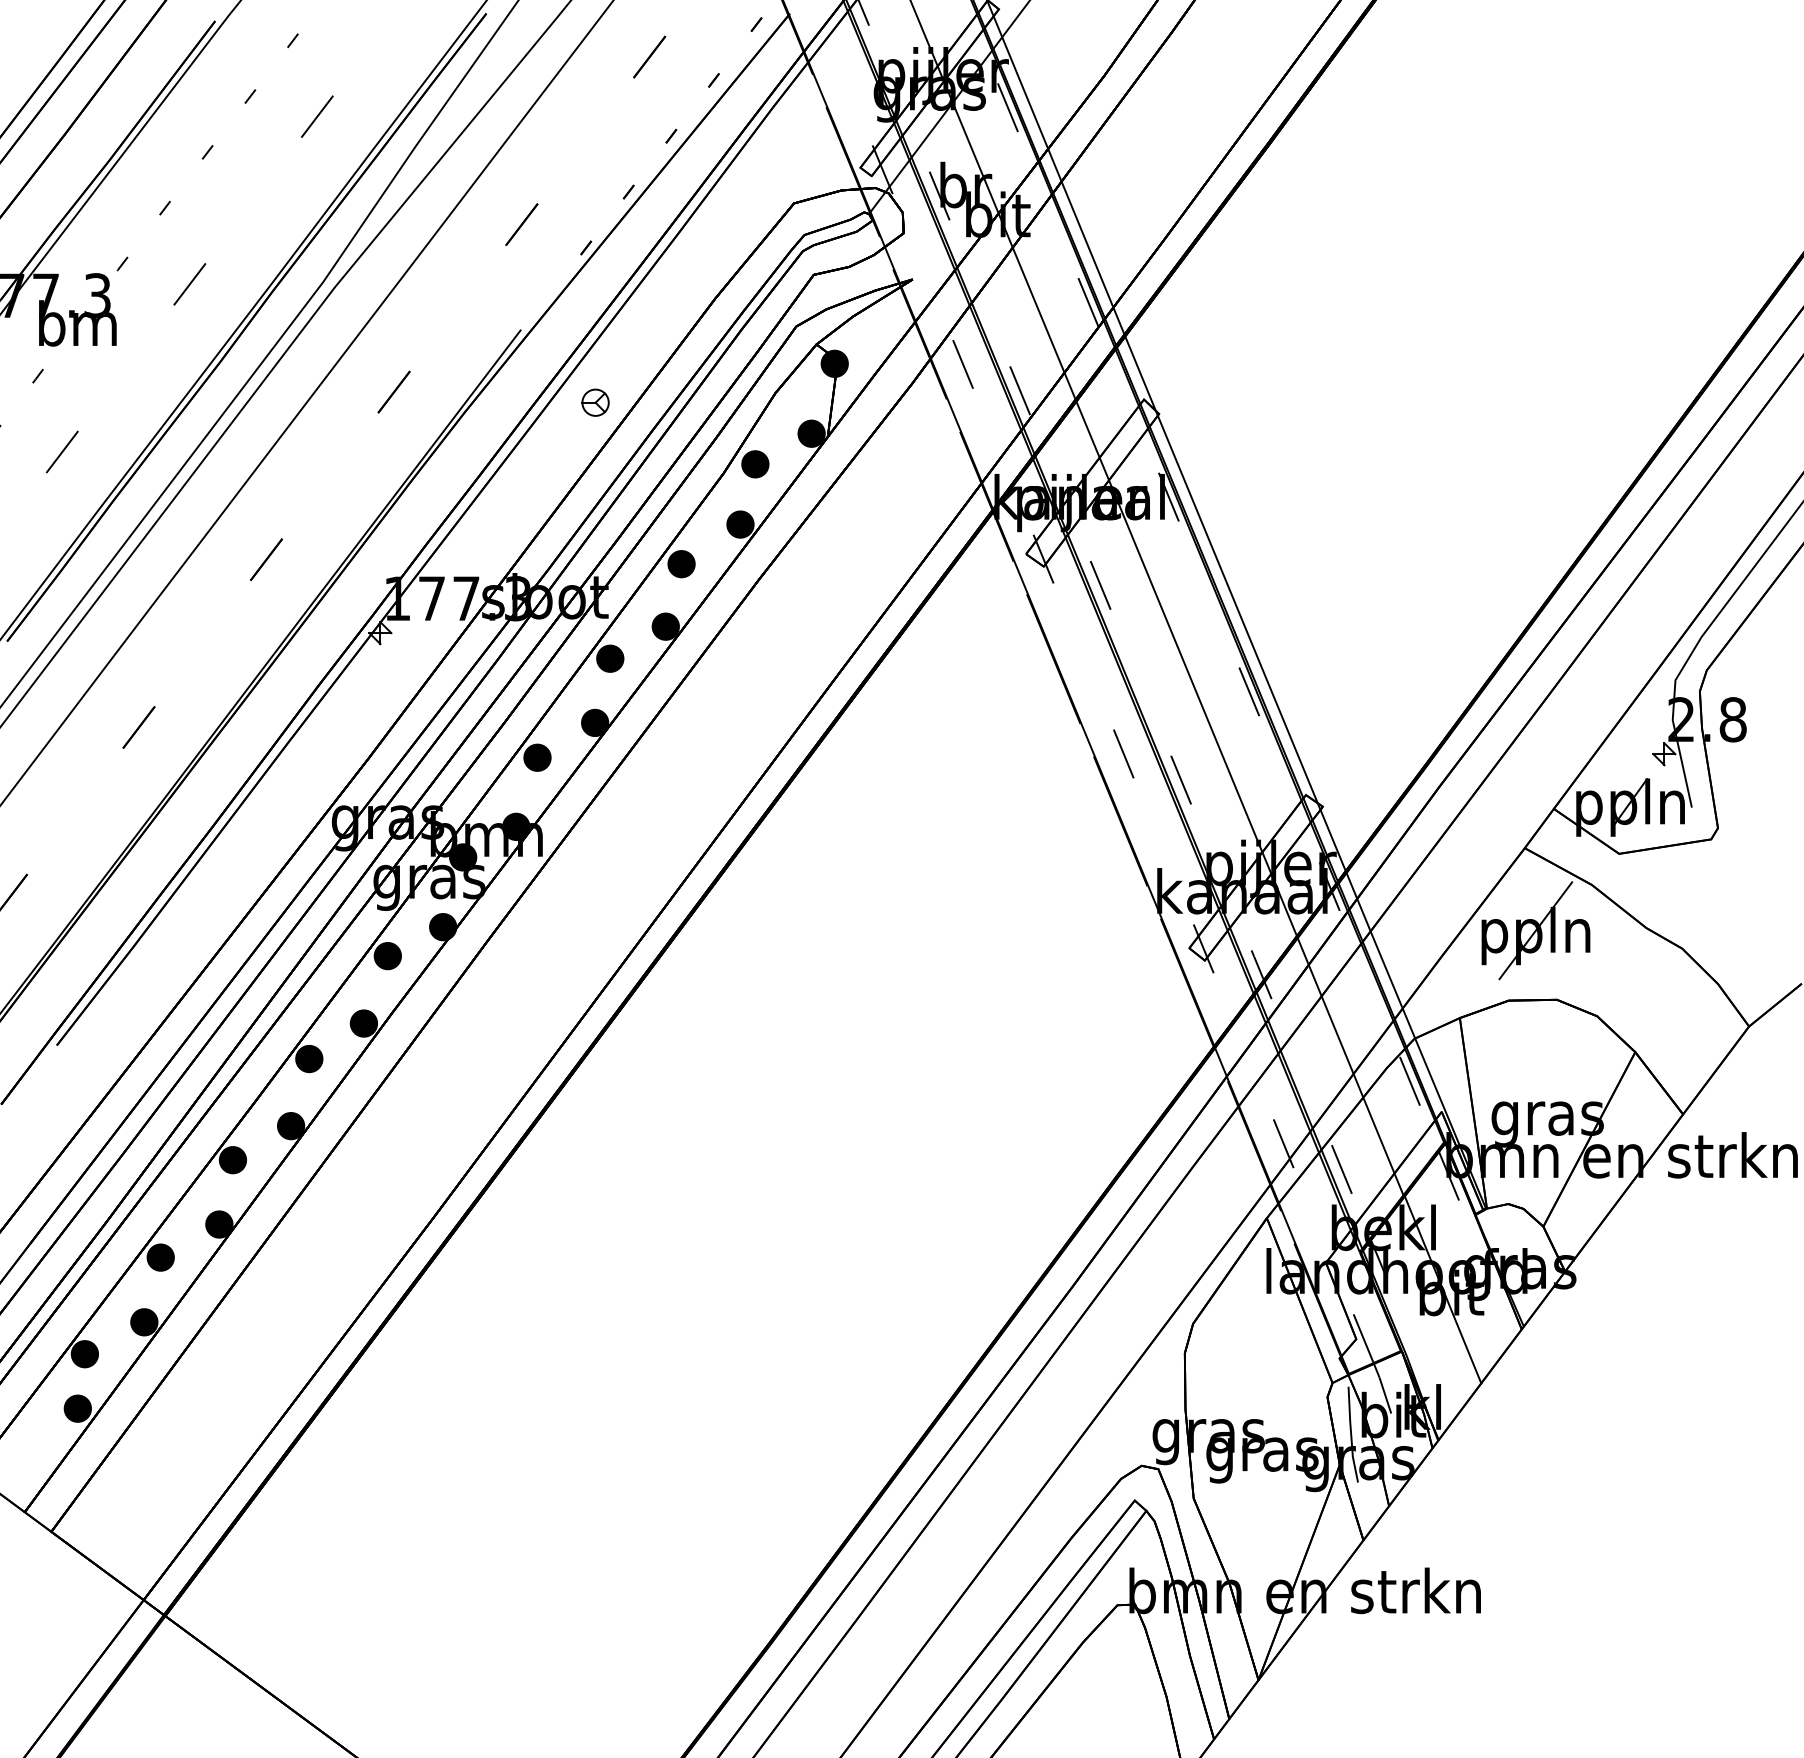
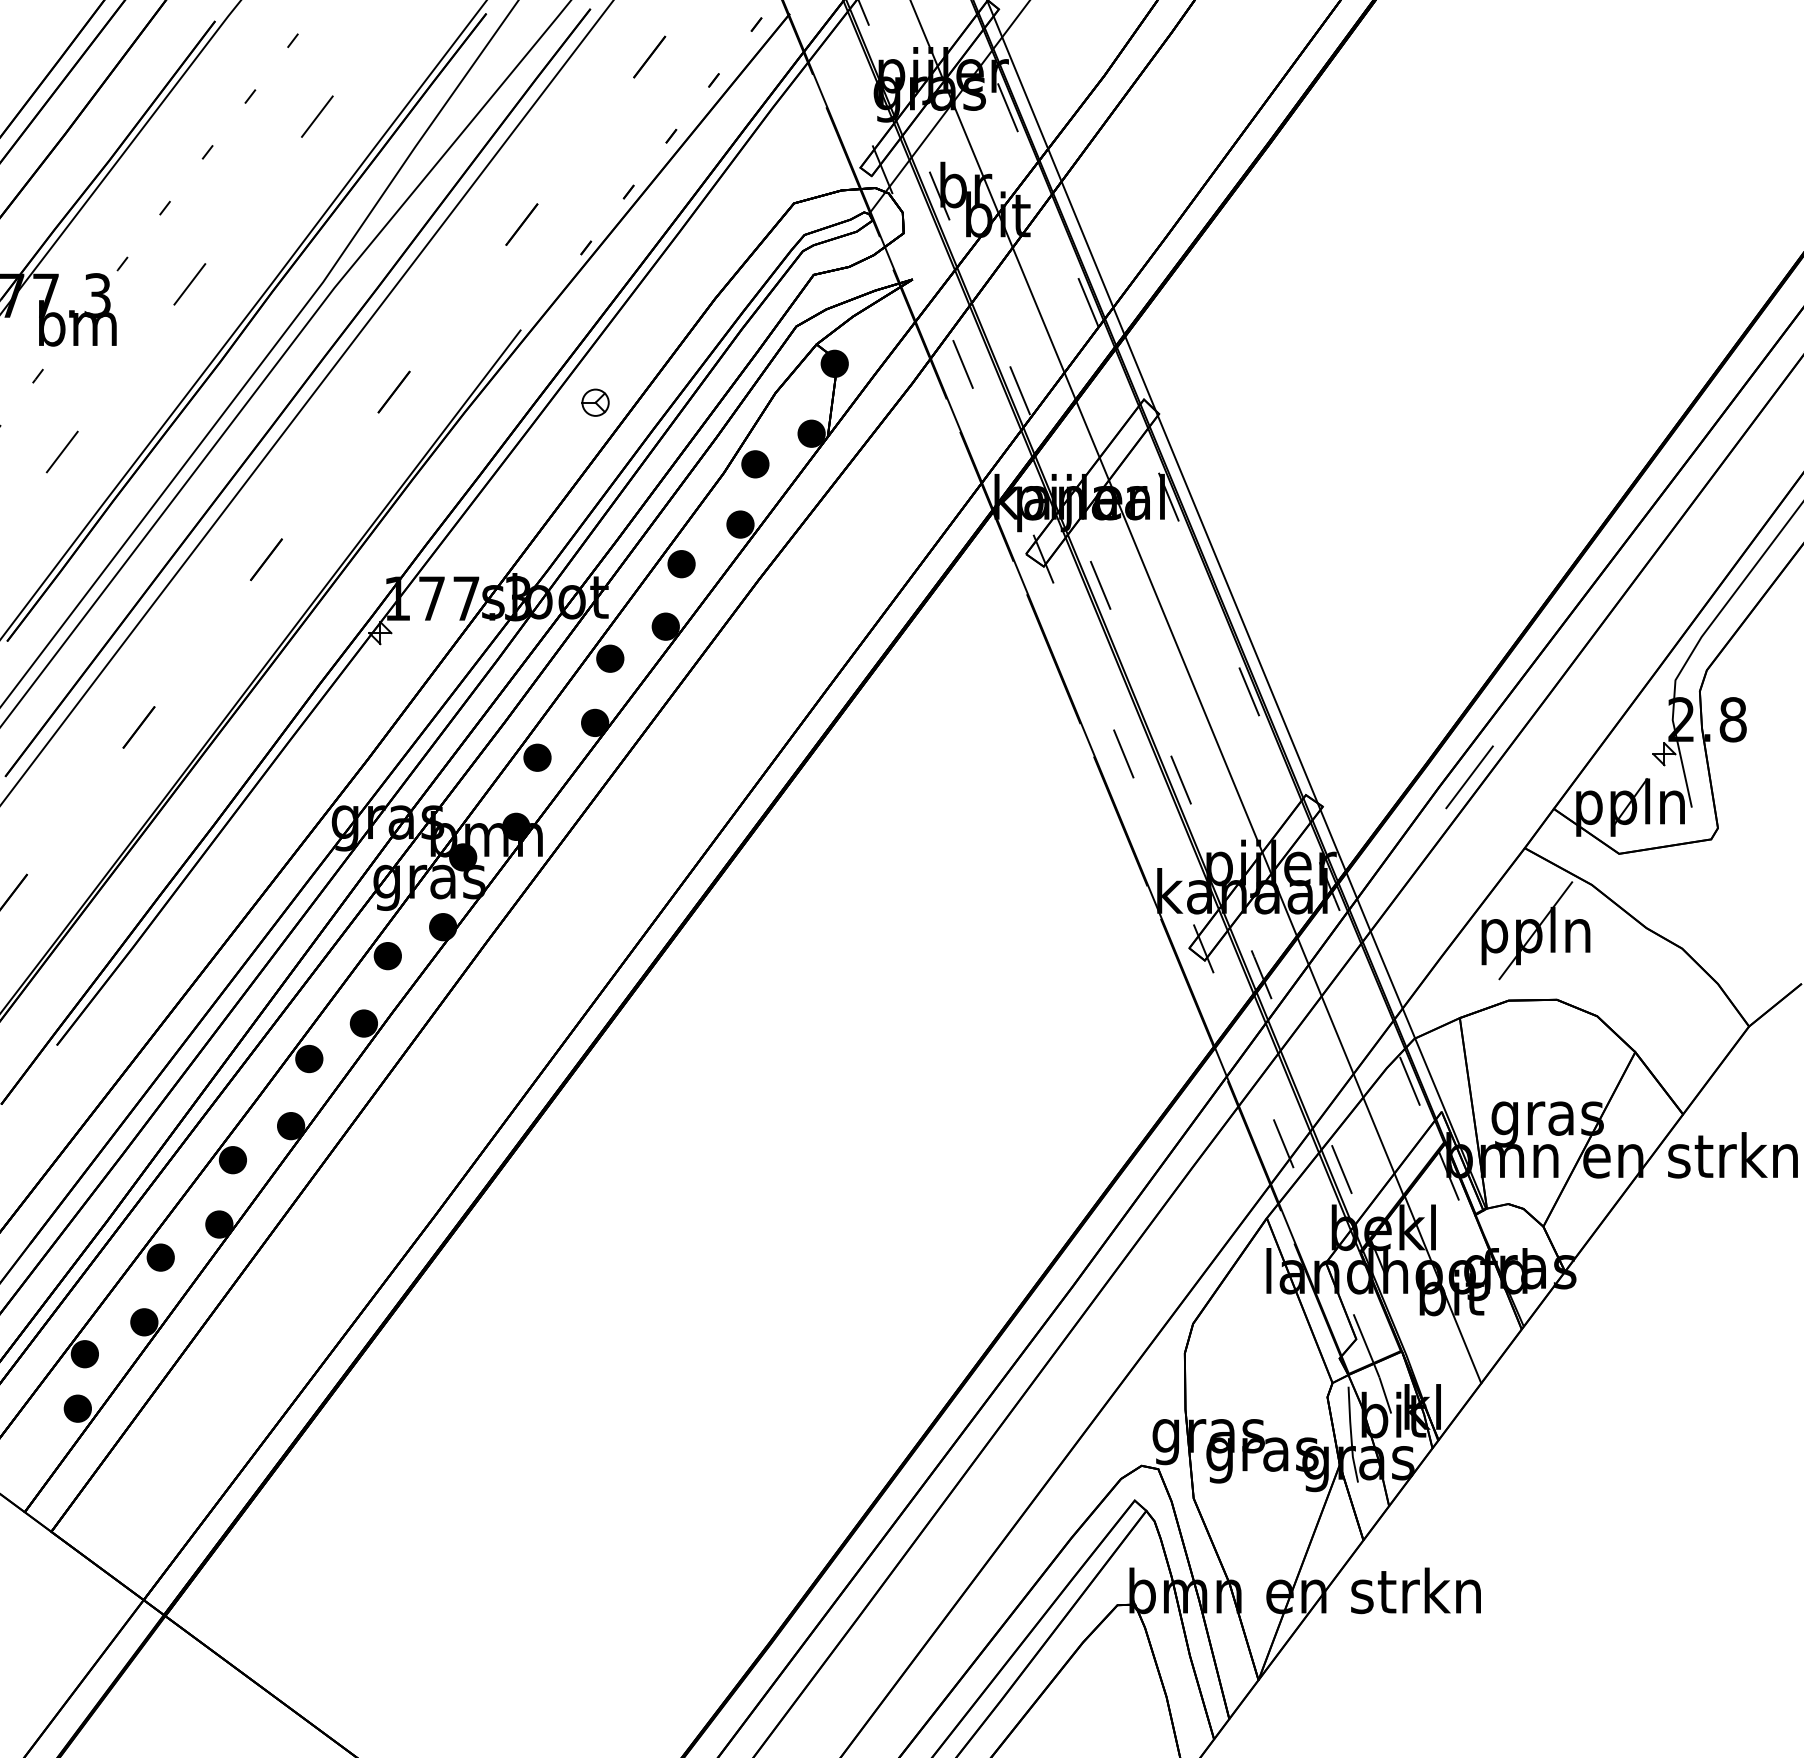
line at (297, 392): none -> present
line at (1469, 777): none -> present
